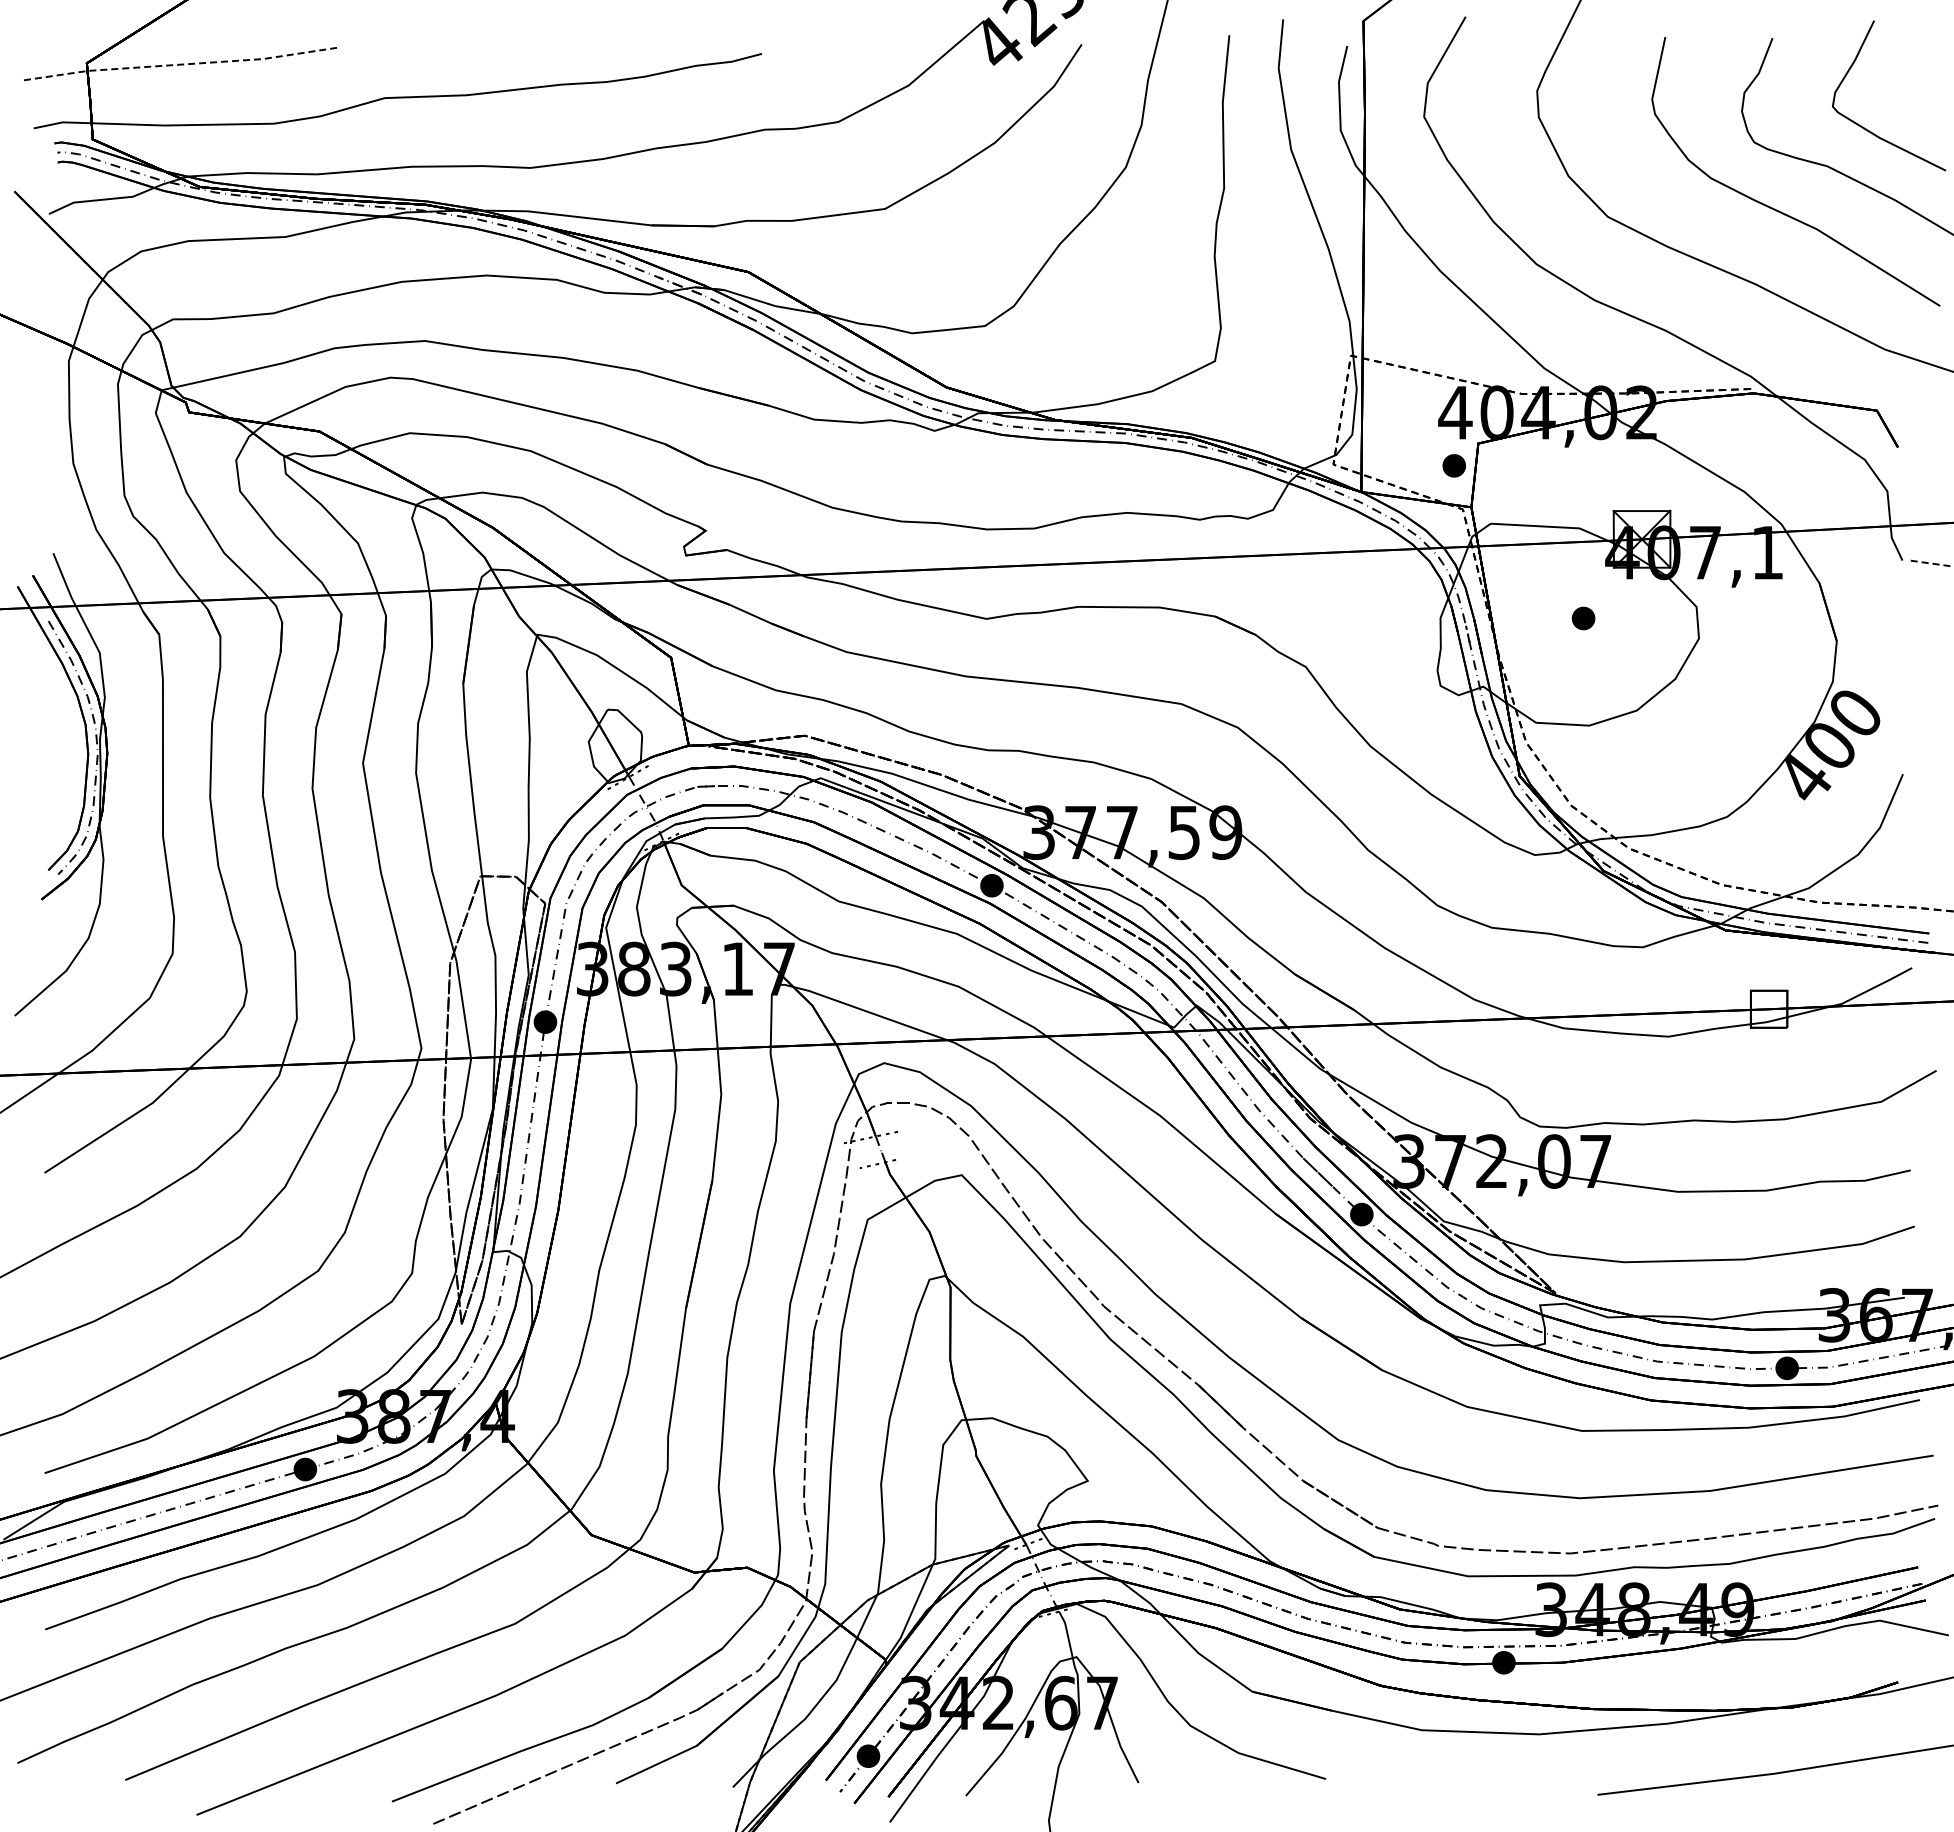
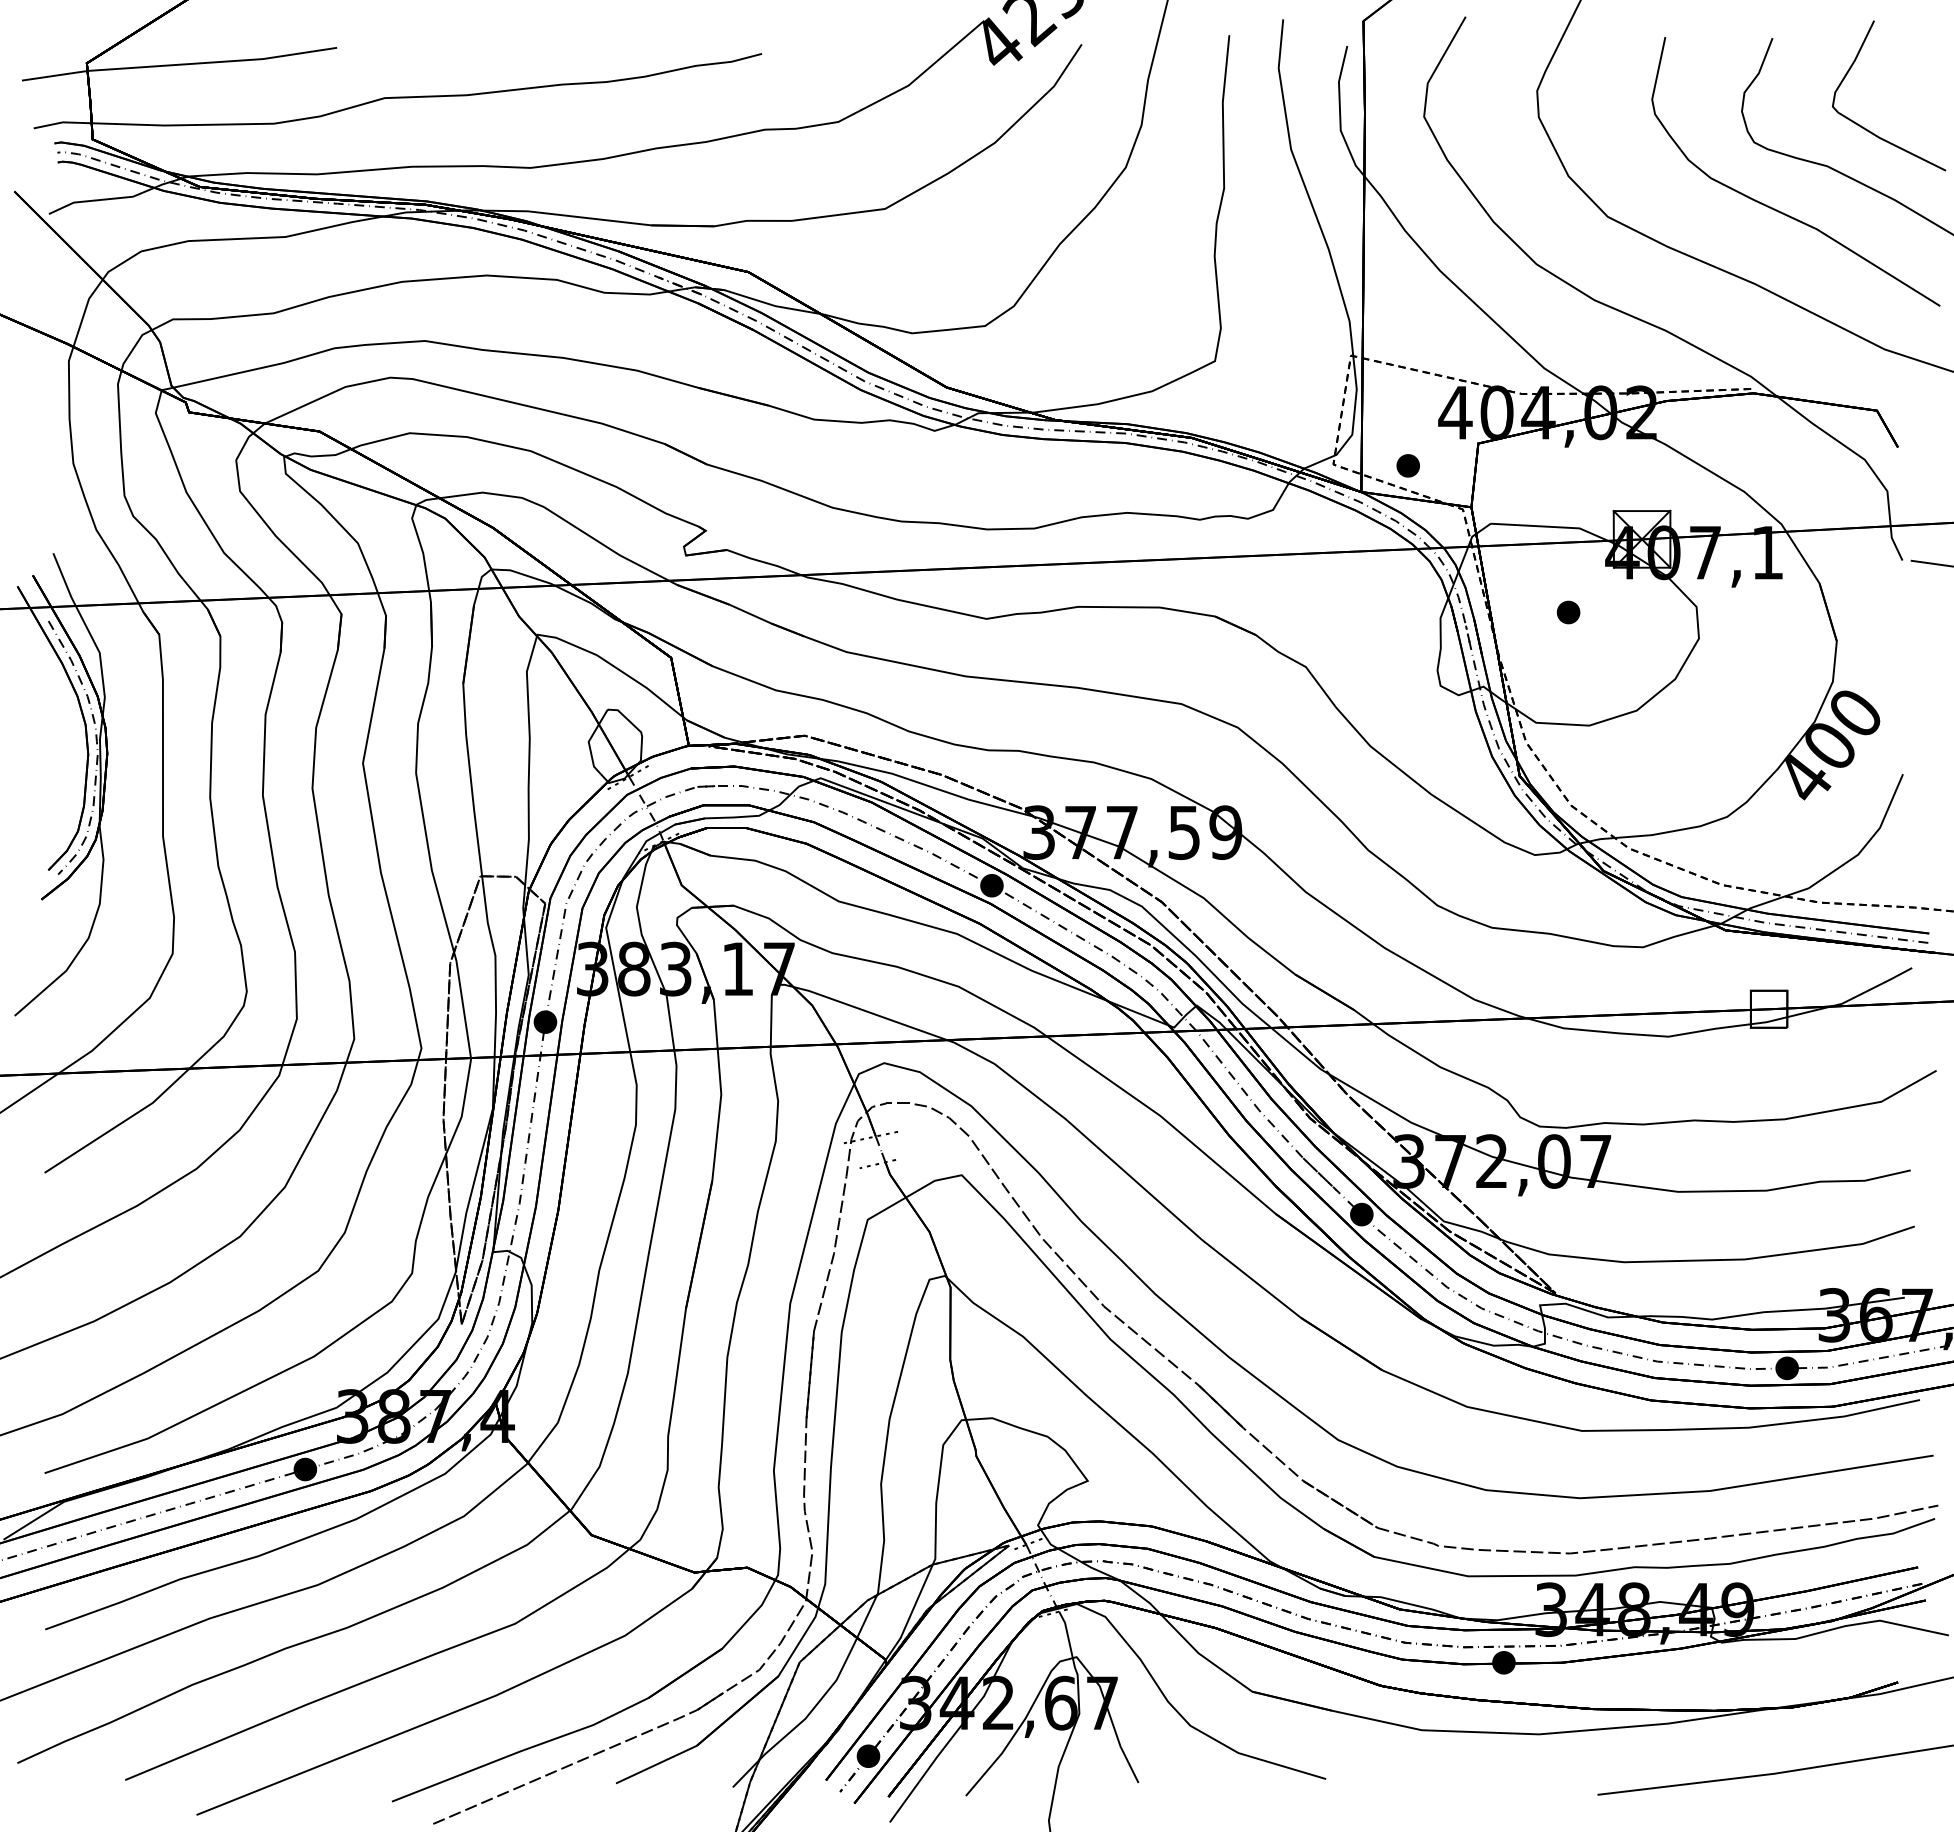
line at (179, 64): dashed -> solid
part at (1453, 465) position: (1453, 465) -> (1407, 465)
line at (1932, 563): dashed -> solid
part at (1583, 618) position: (1583, 618) -> (1568, 612)
